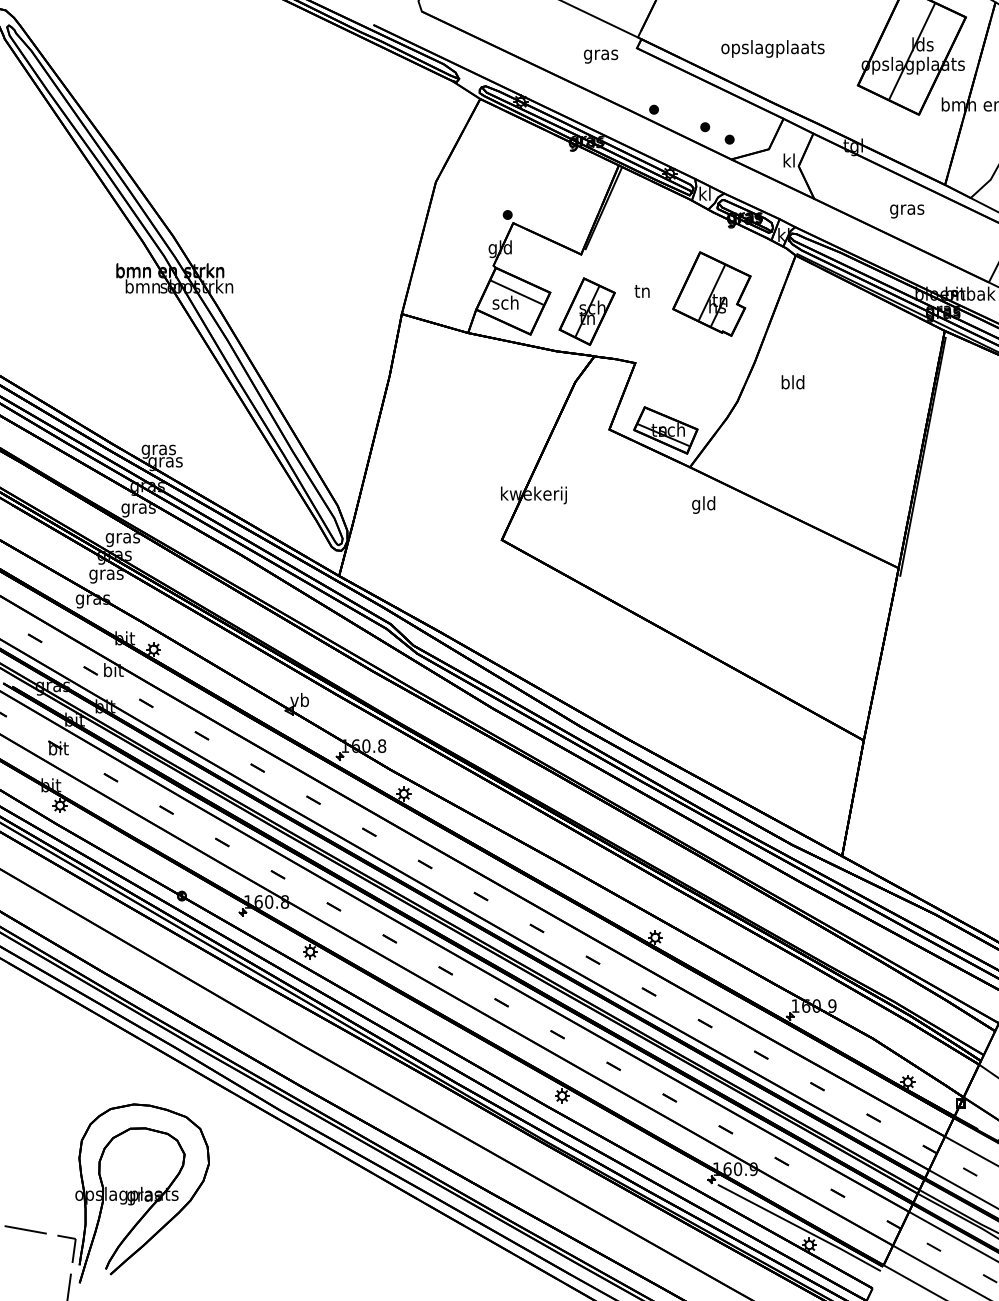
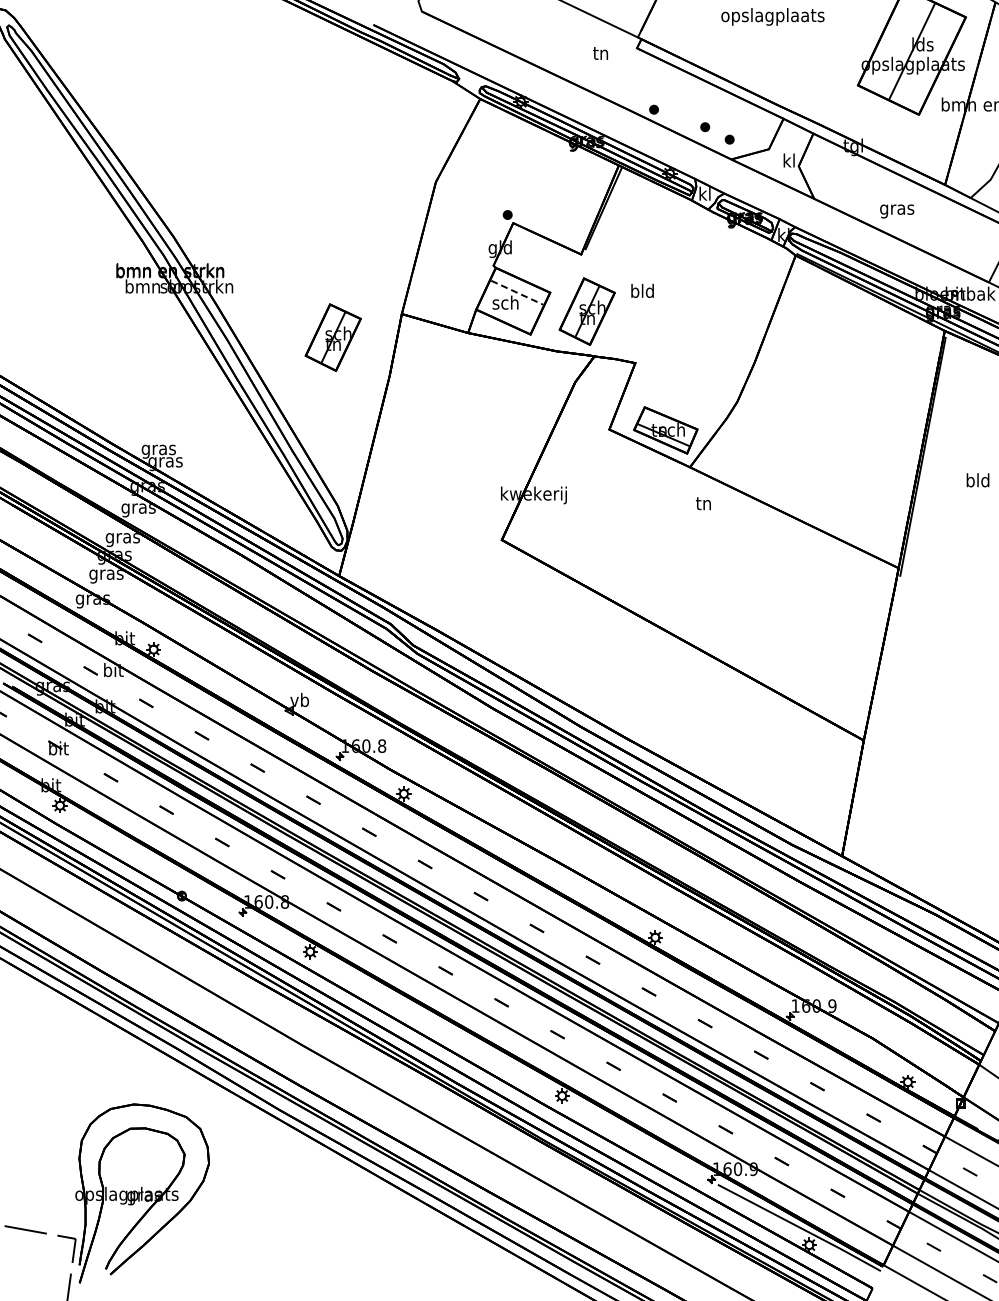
text at (772, 48) position: (772, 48) -> (772, 16)
text at (601, 55): gras -> tn
text at (907, 211) position: (907, 211) -> (897, 211)
text at (642, 290): tn -> bld
line at (517, 292): solid -> dashed
part at (711, 293): present -> none
part at (332, 337): none -> present
text at (792, 382) position: (792, 382) -> (977, 480)
text at (703, 504): gld -> tn
